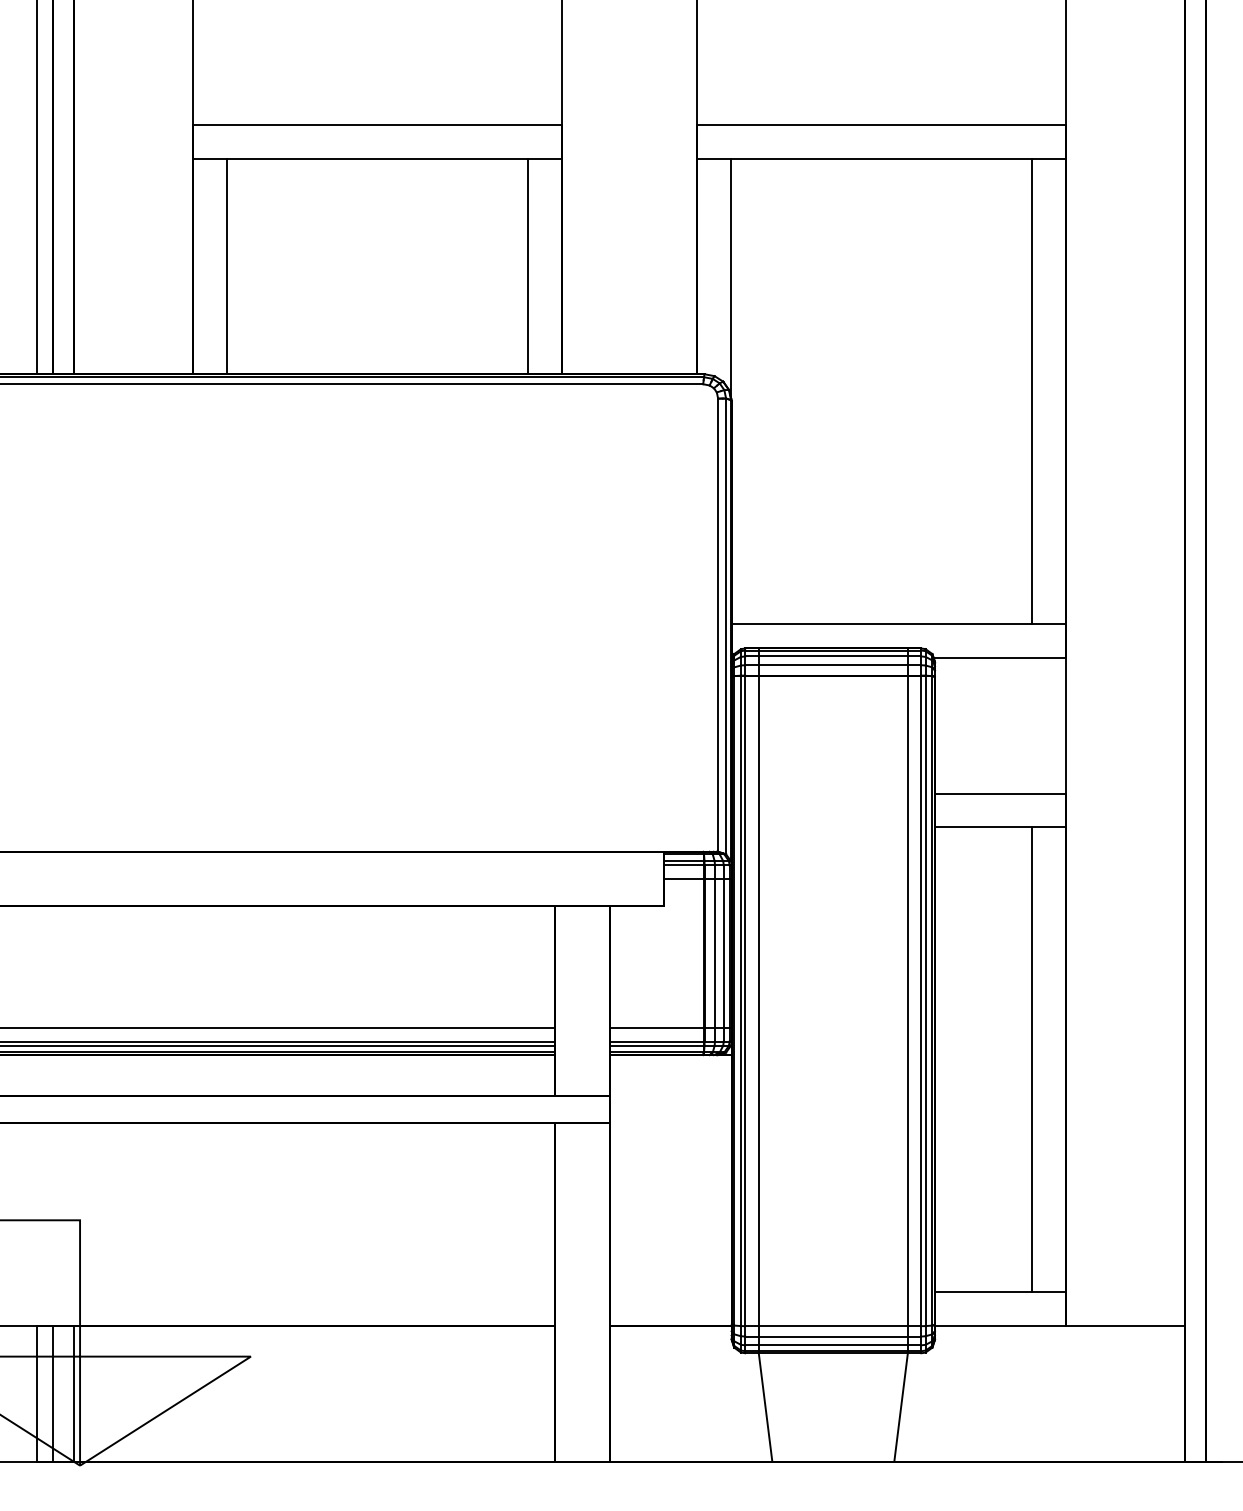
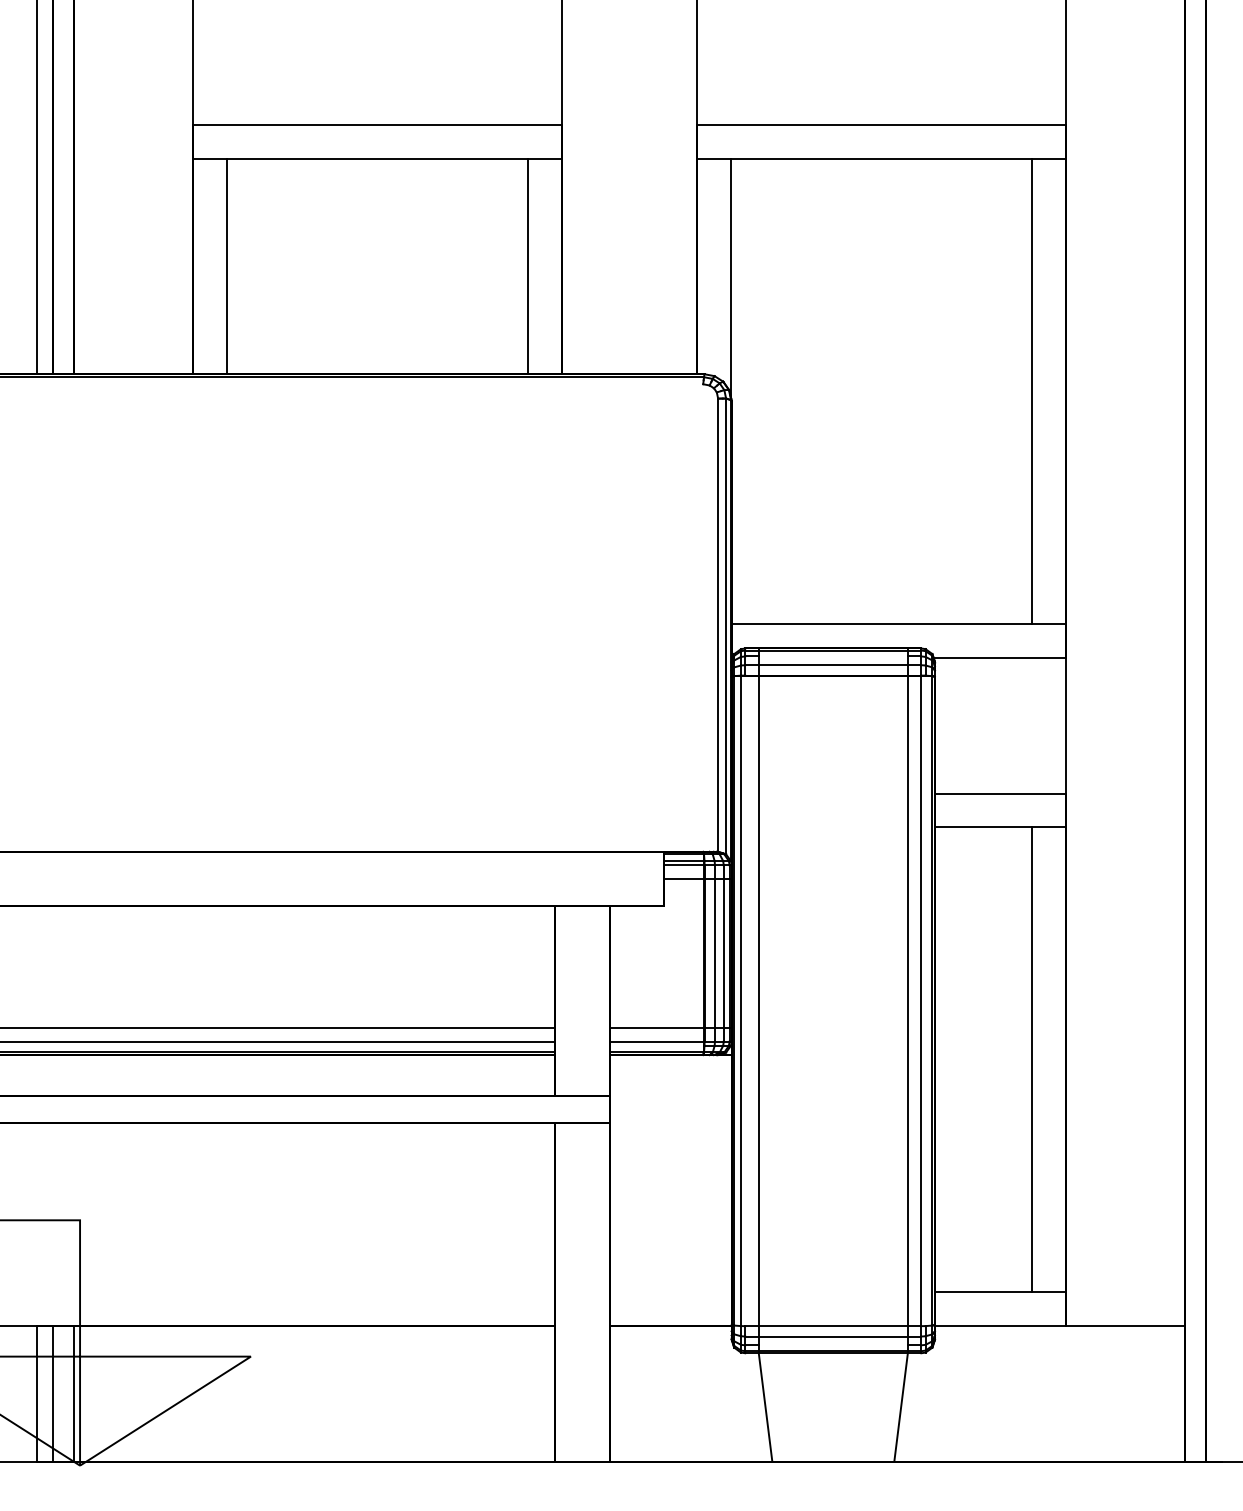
line at (352, 384): present -> none
line at (832, 656): present -> none
line at (745, 1001): present -> none
line at (925, 1001): present -> none
line at (278, 1045): present -> none
line at (656, 1045): present -> none
line at (832, 1345): present -> none
